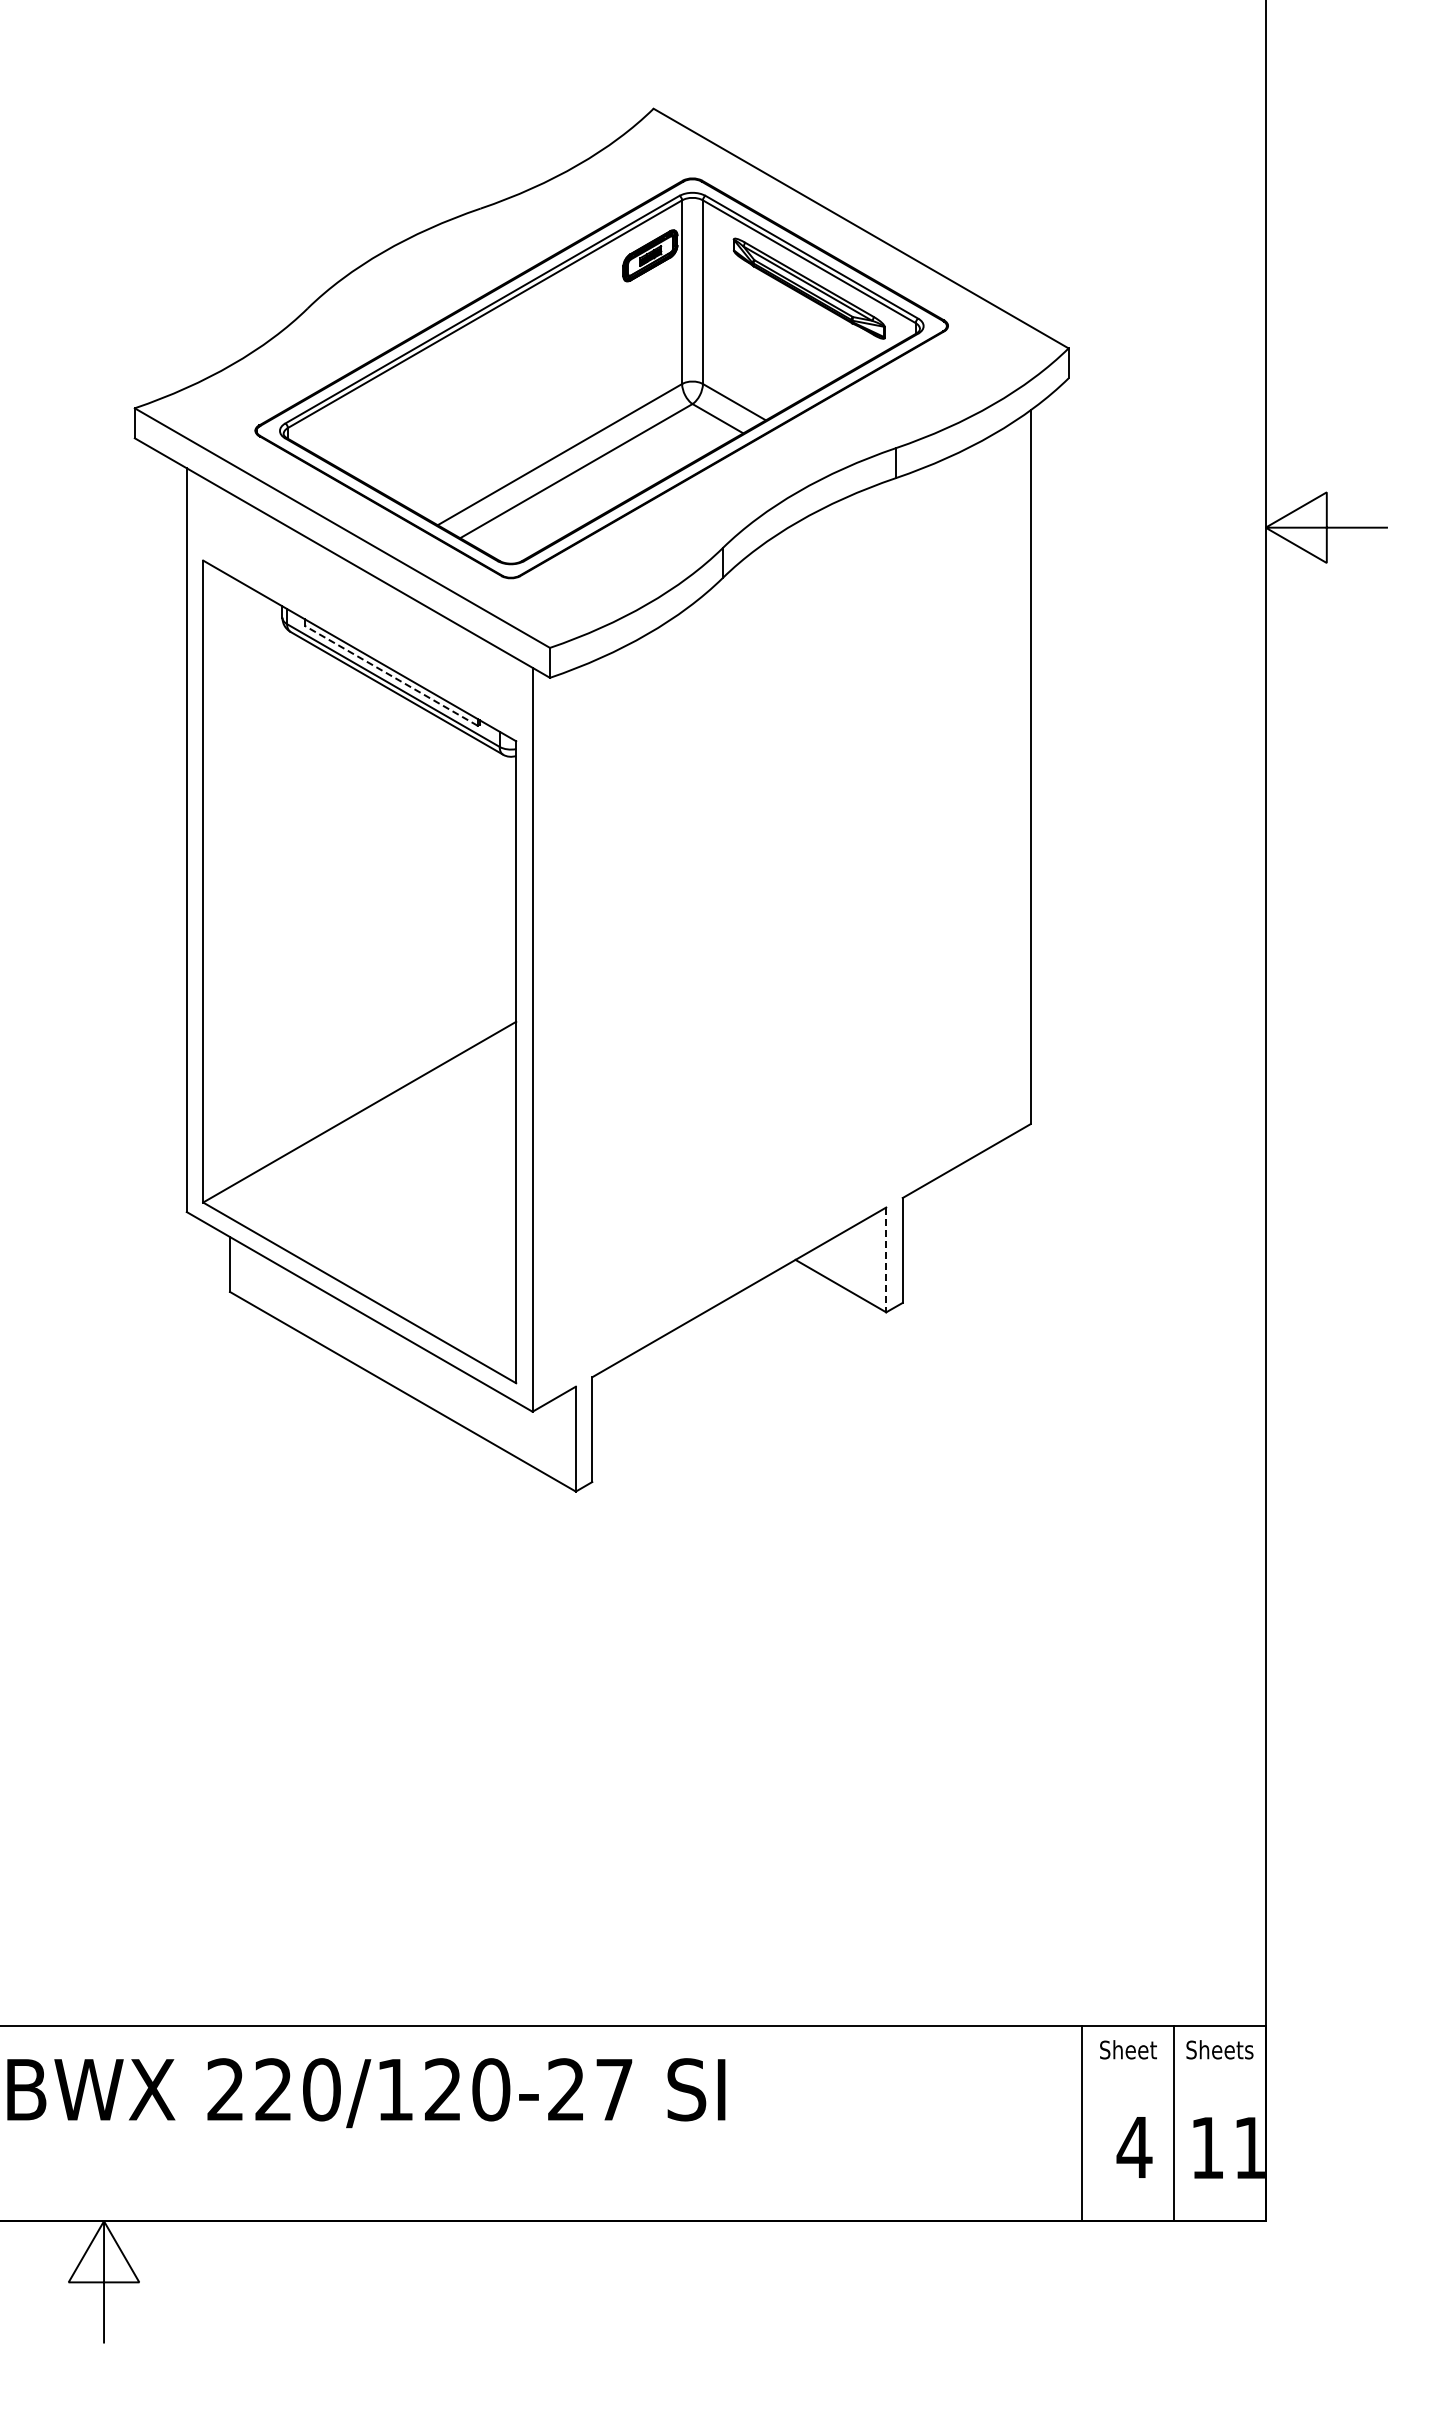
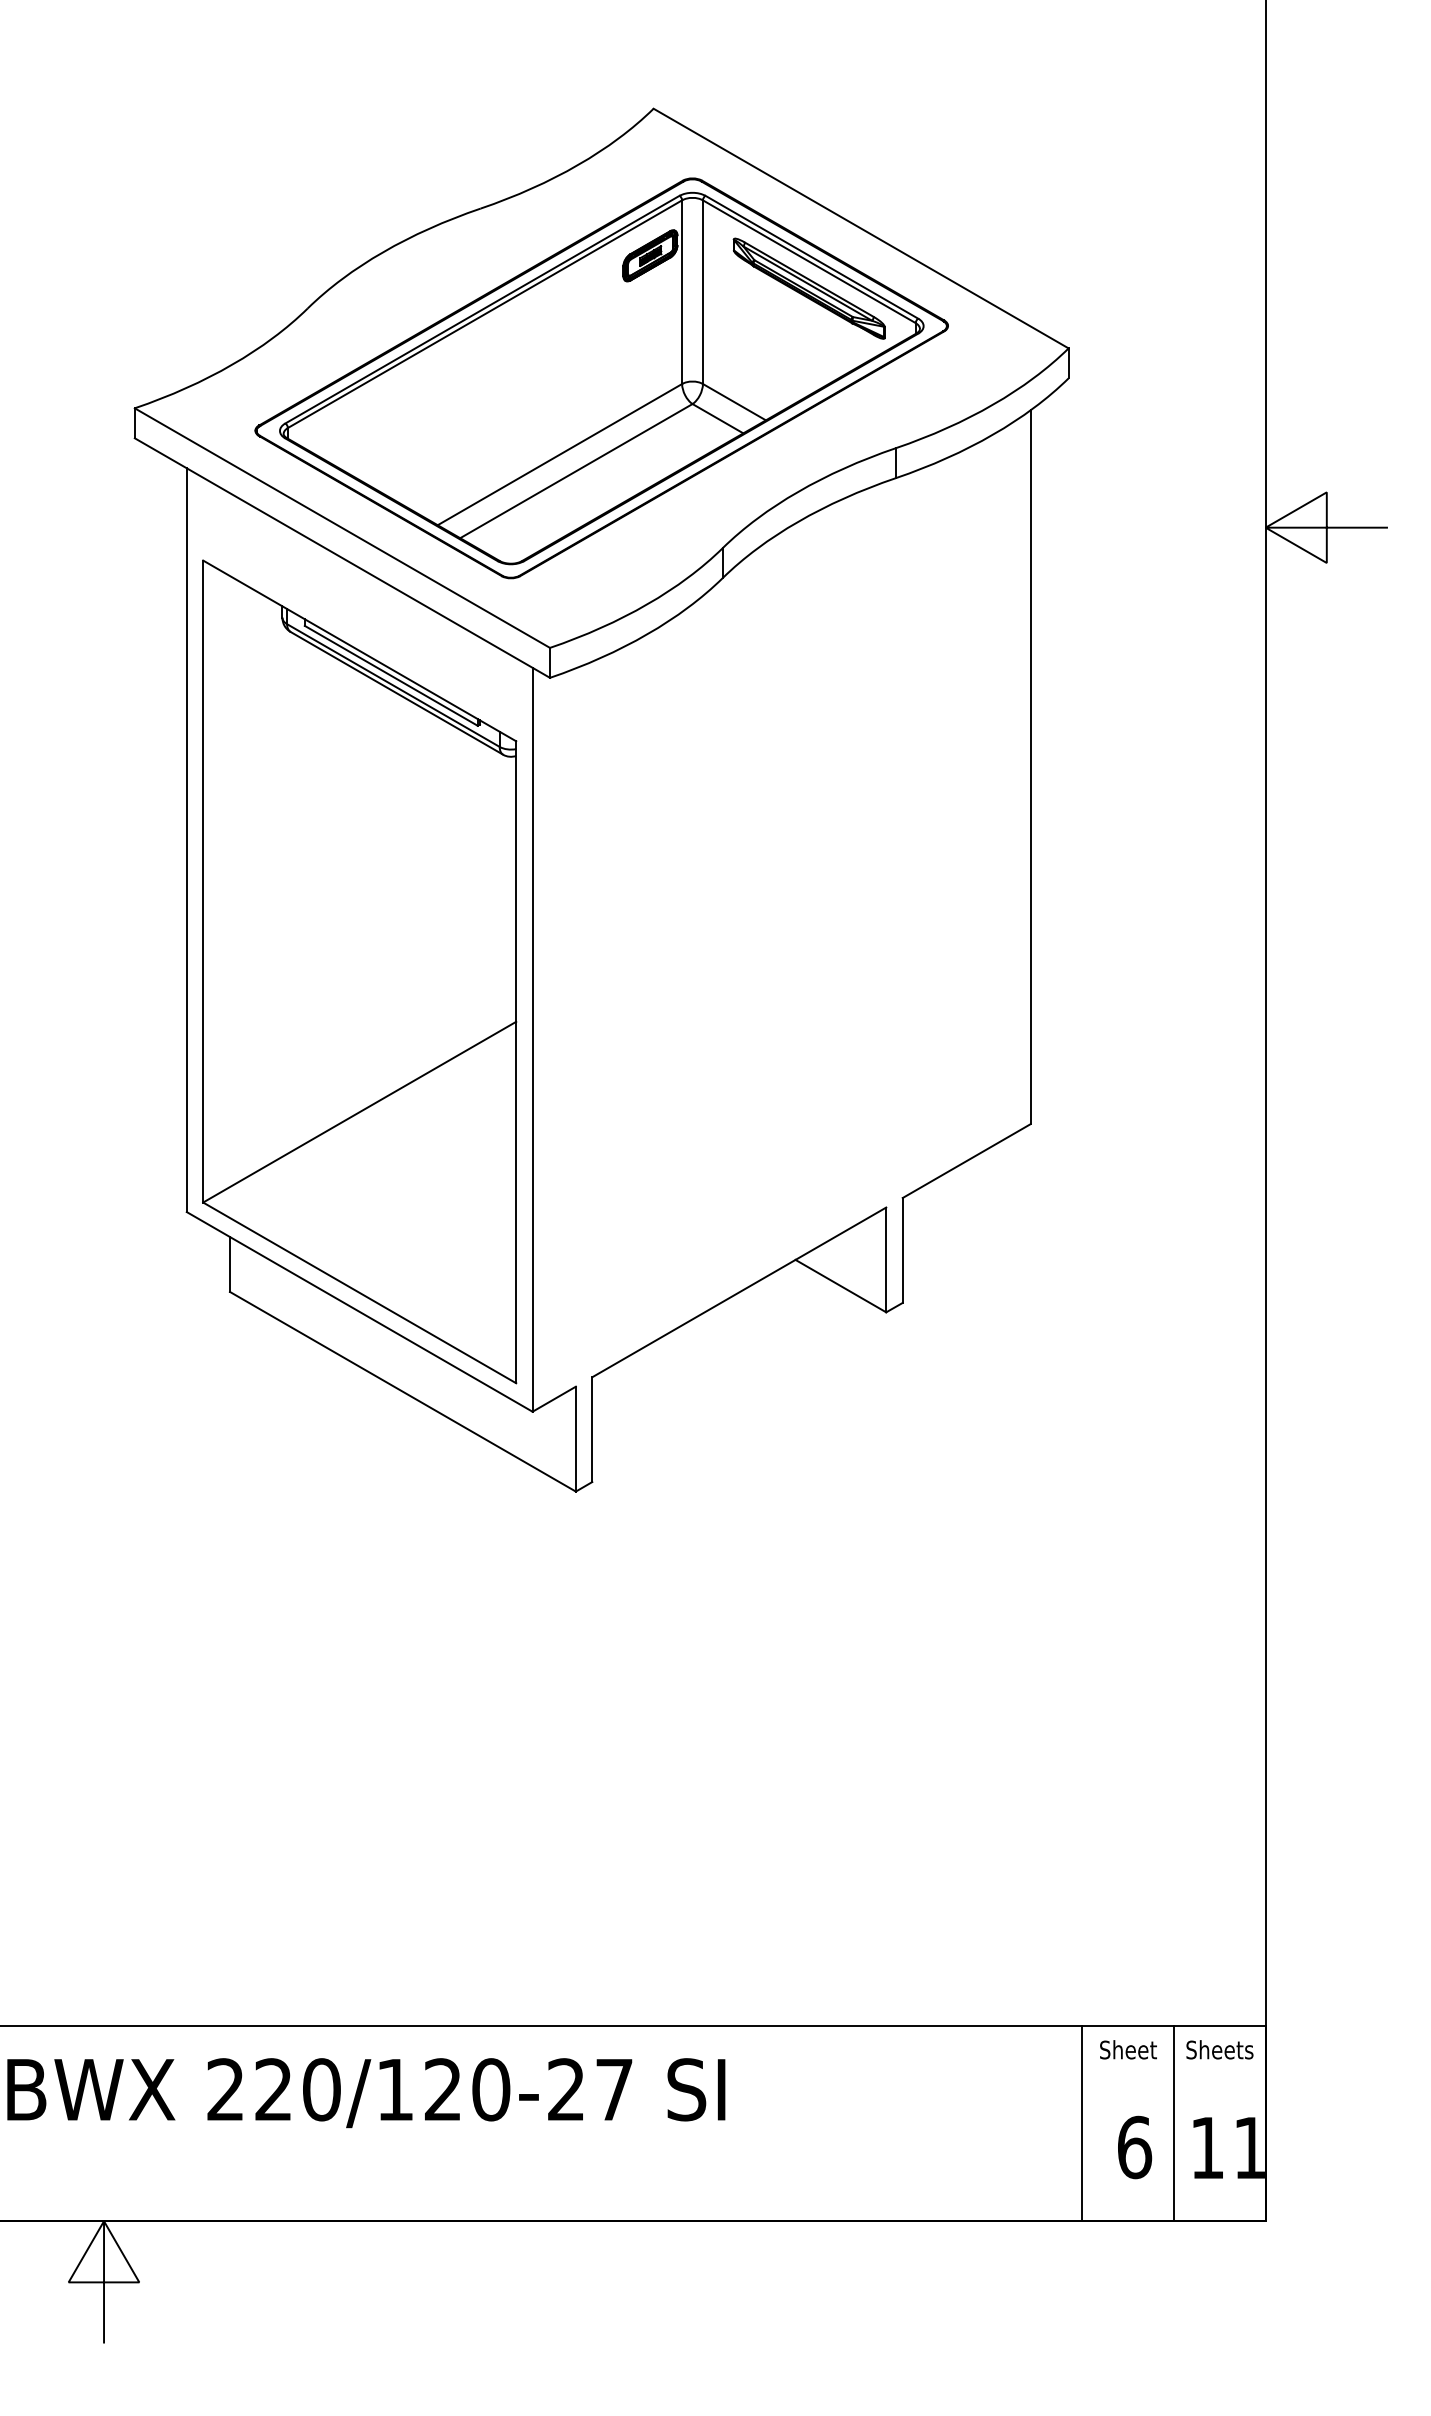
line at (391, 675): dashed -> solid
line at (886, 1260): dashed -> solid
text at (1134, 2147): 4 -> 6
